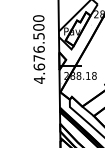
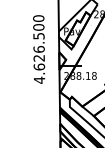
text at (38, 58): 4.676.500 -> 4.626.500
